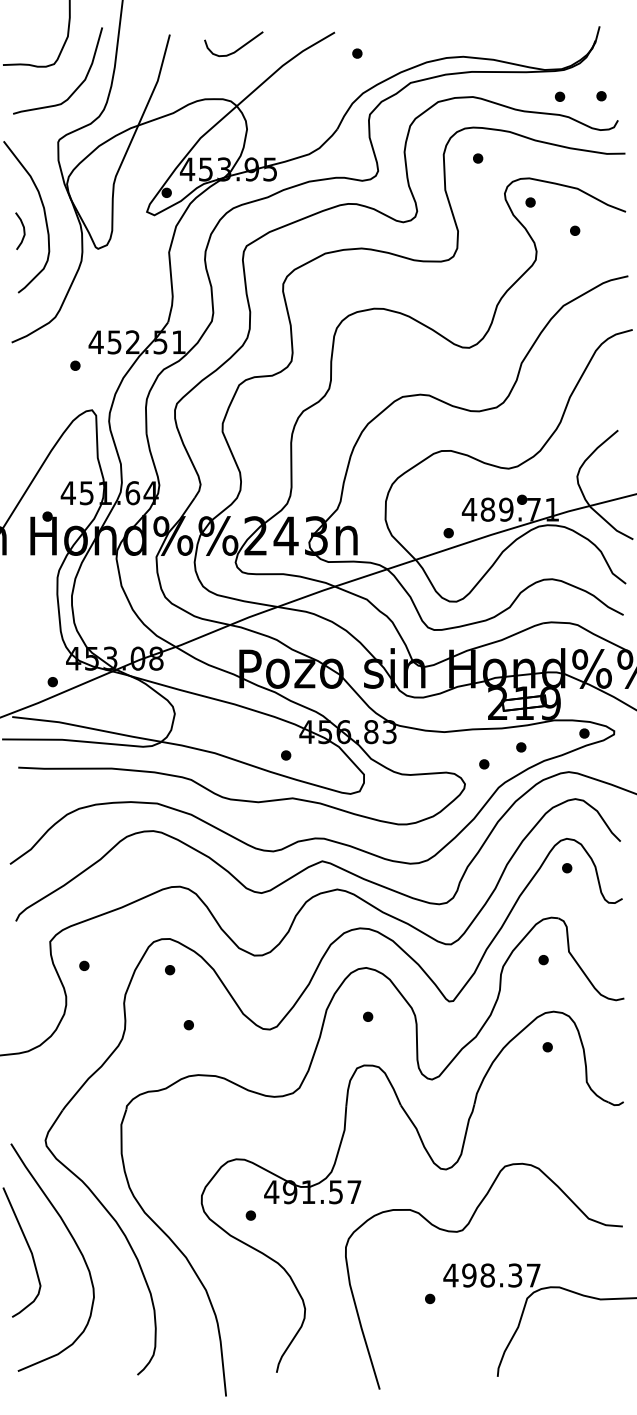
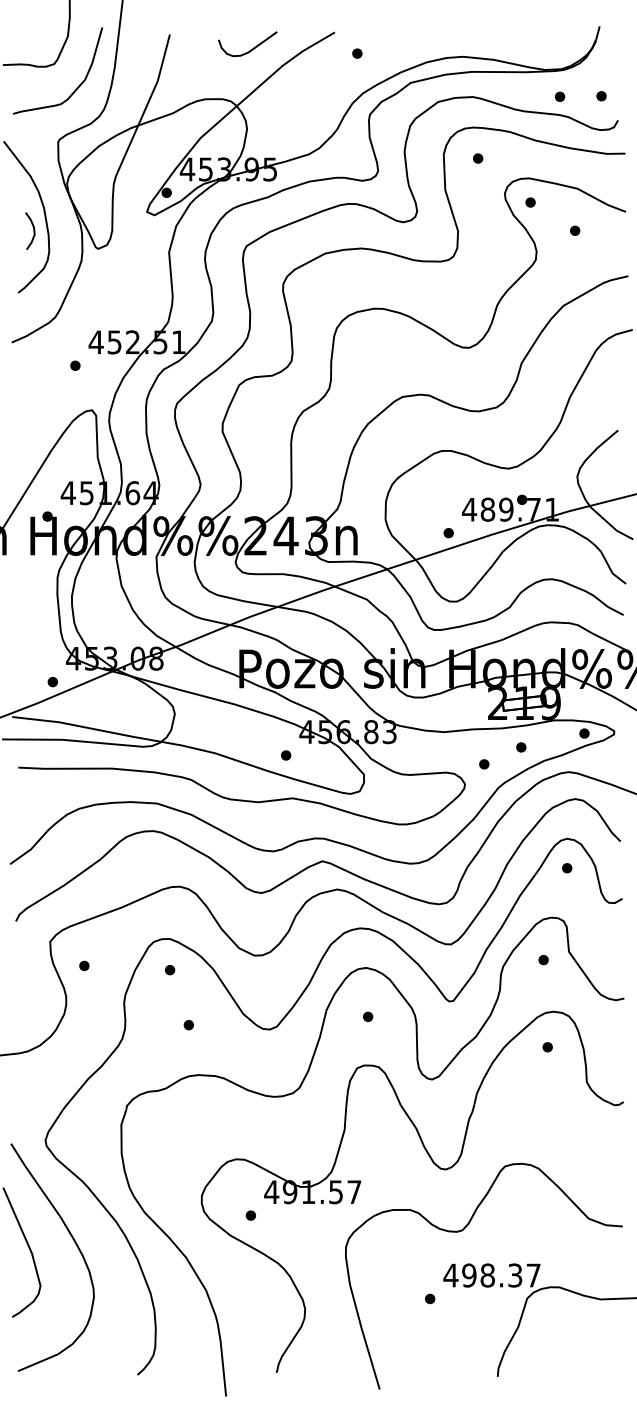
curve at (236, 49) position: (236, 49) -> (250, 49)
curve at (23, 231) position: (23, 231) -> (33, 231)
